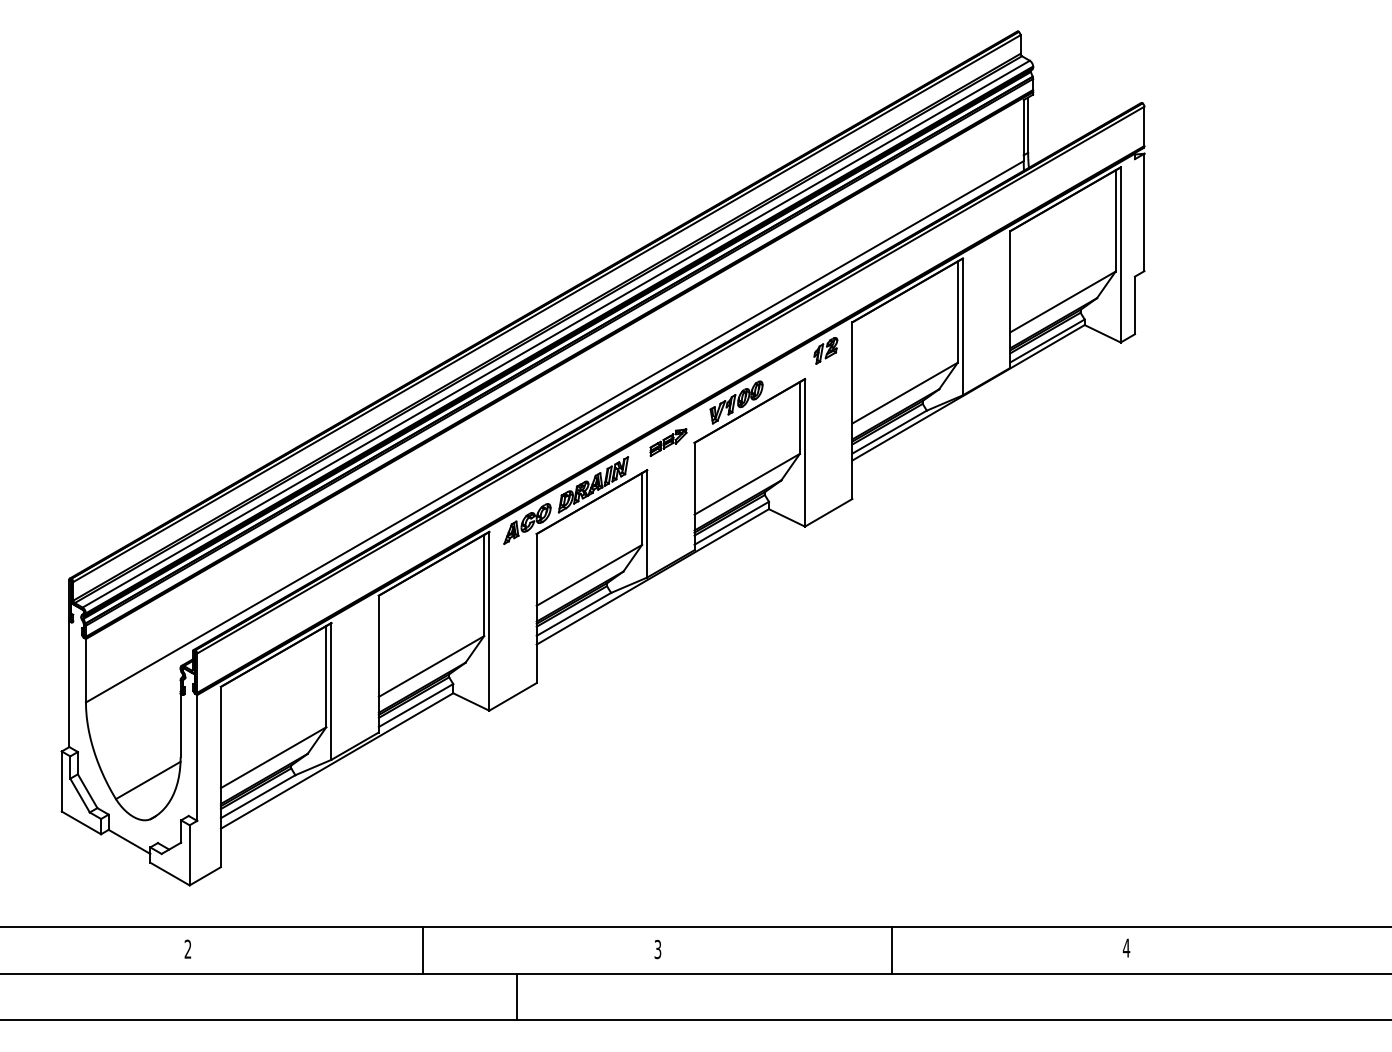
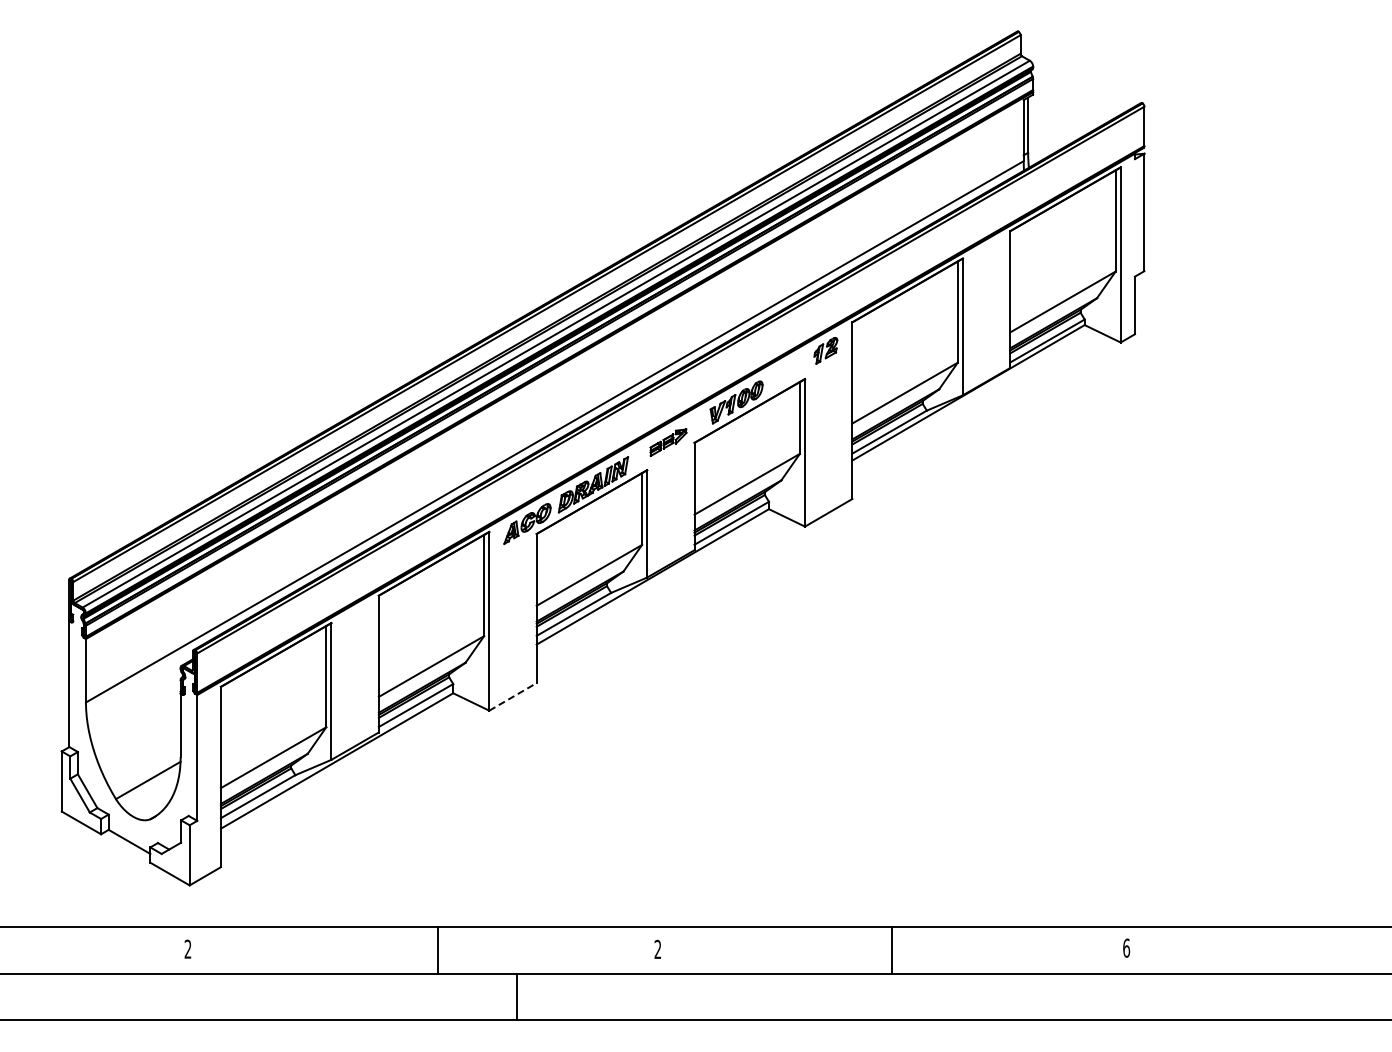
line at (513, 696): solid -> dashed
text at (1126, 947): 4 -> 6
line at (423, 949) position: (423, 949) -> (438, 949)
text at (657, 949): 3 -> 2
